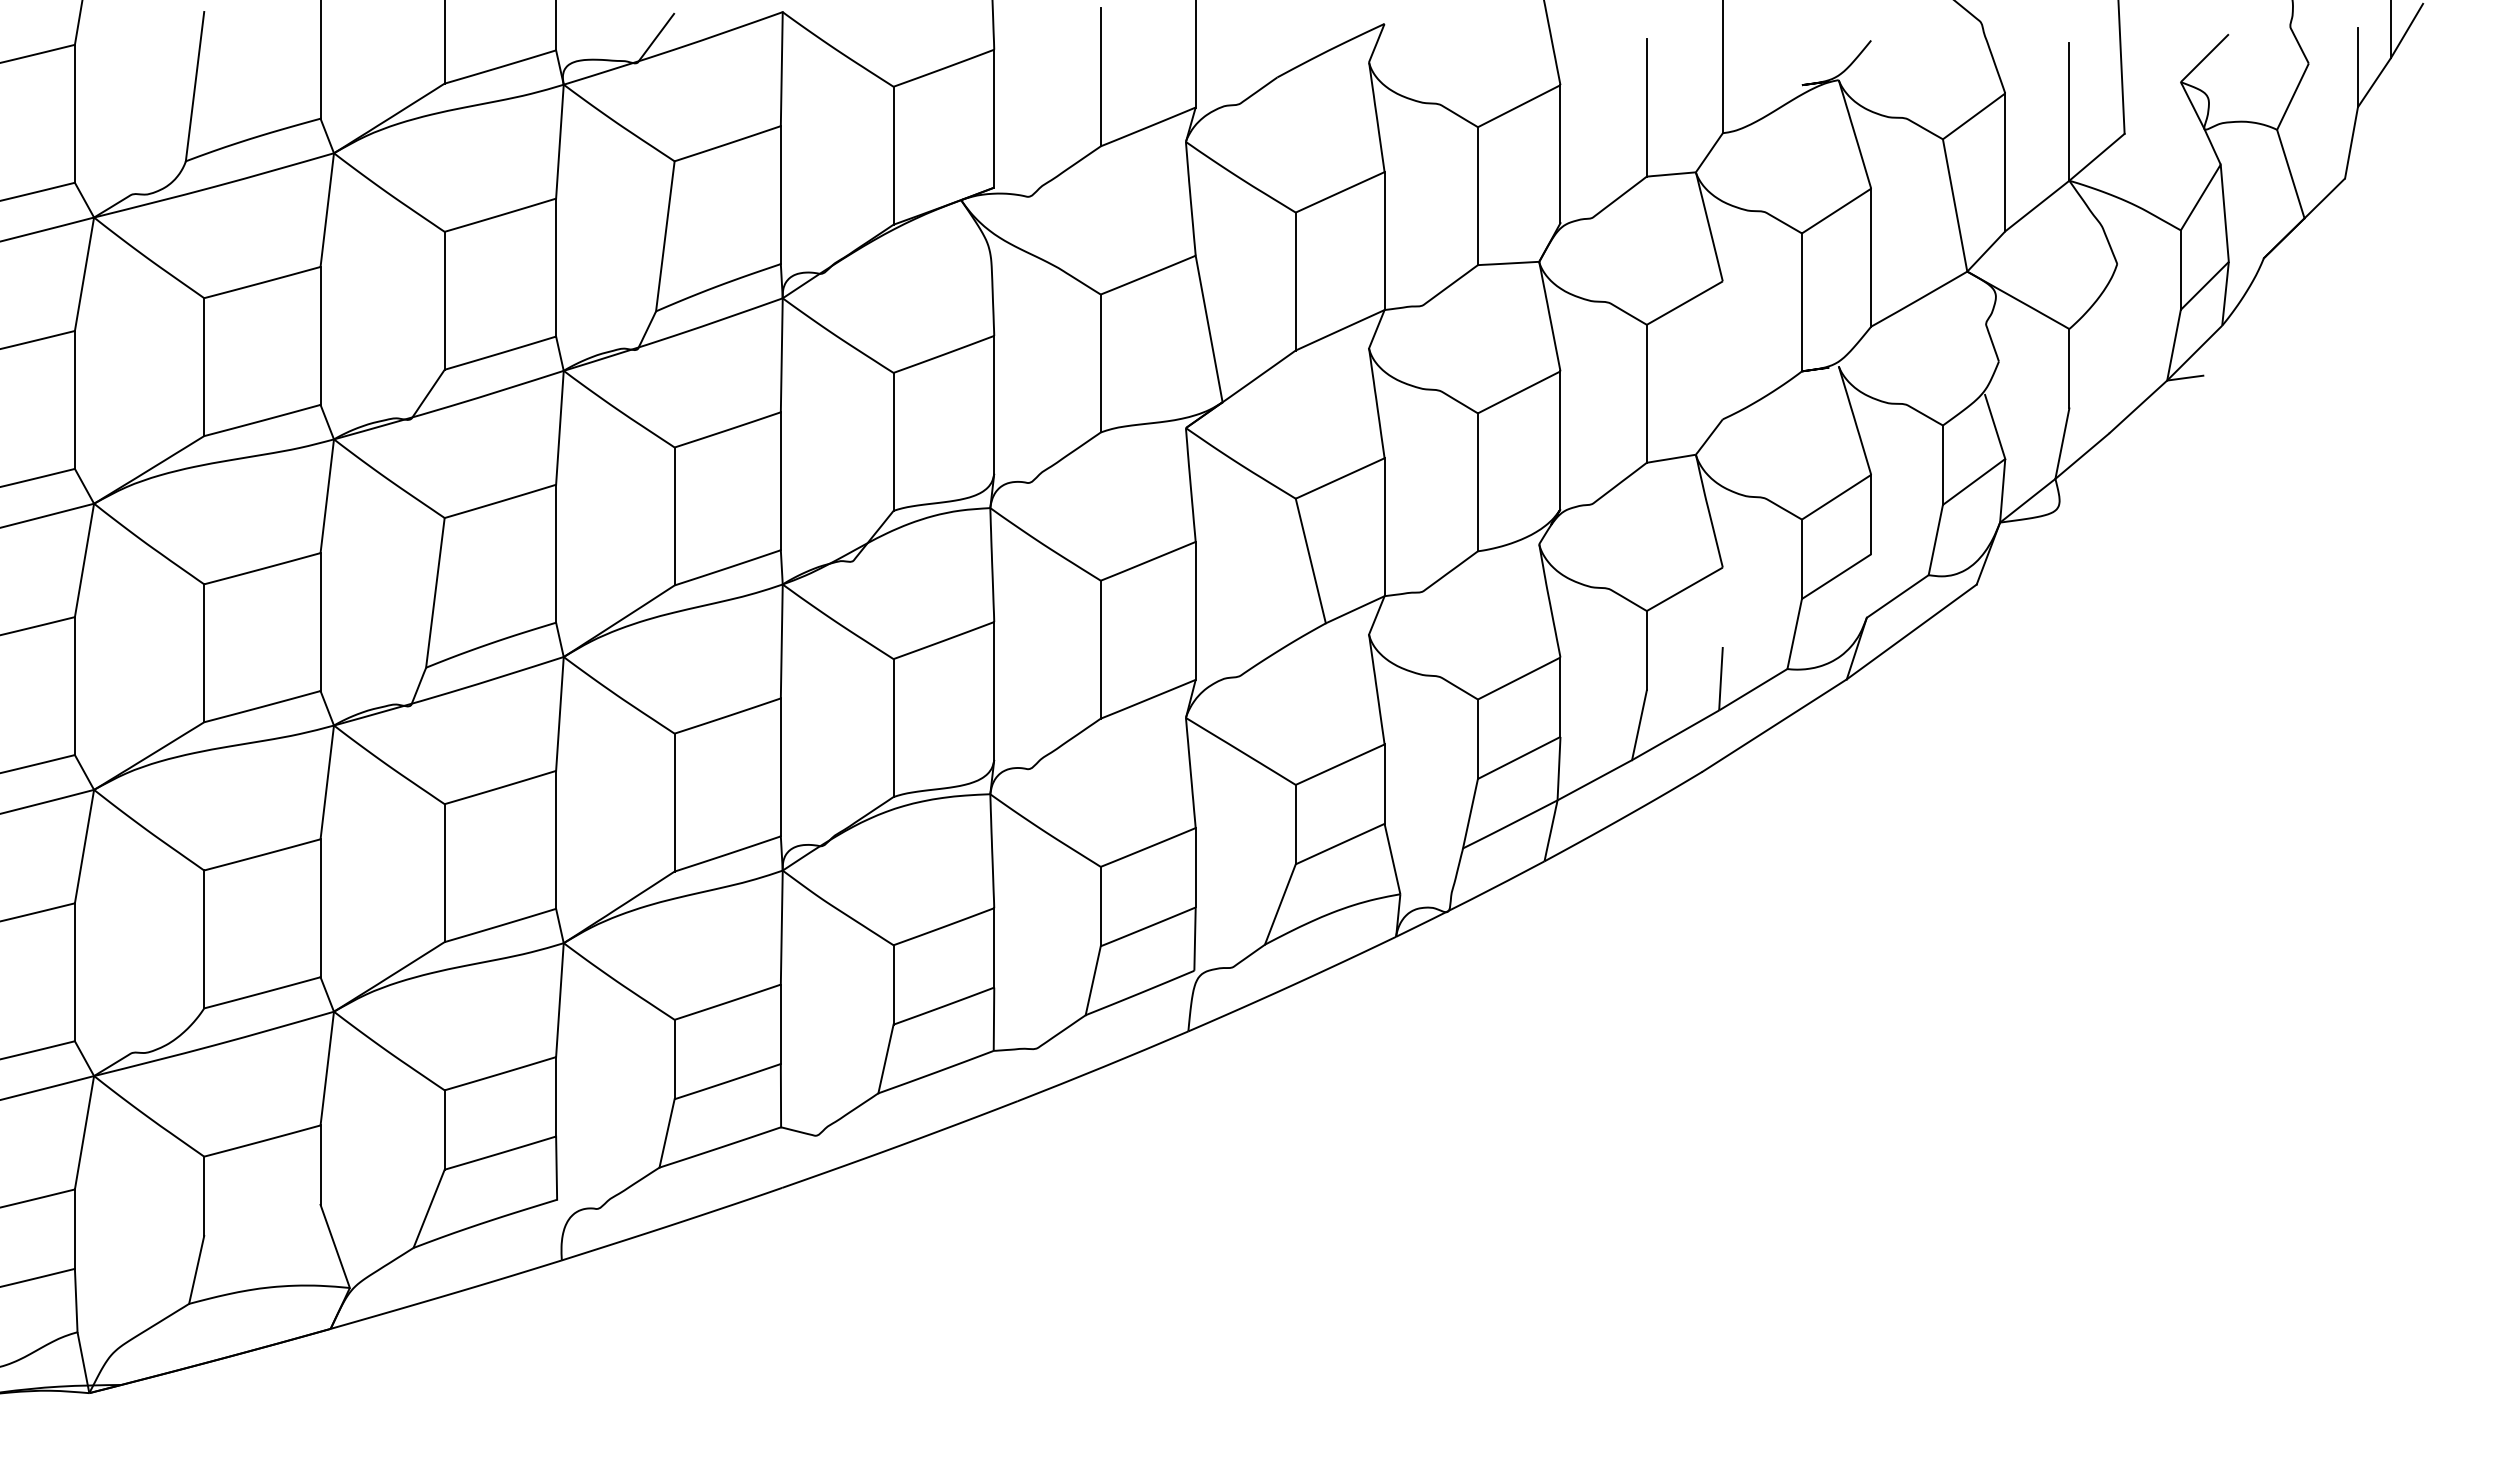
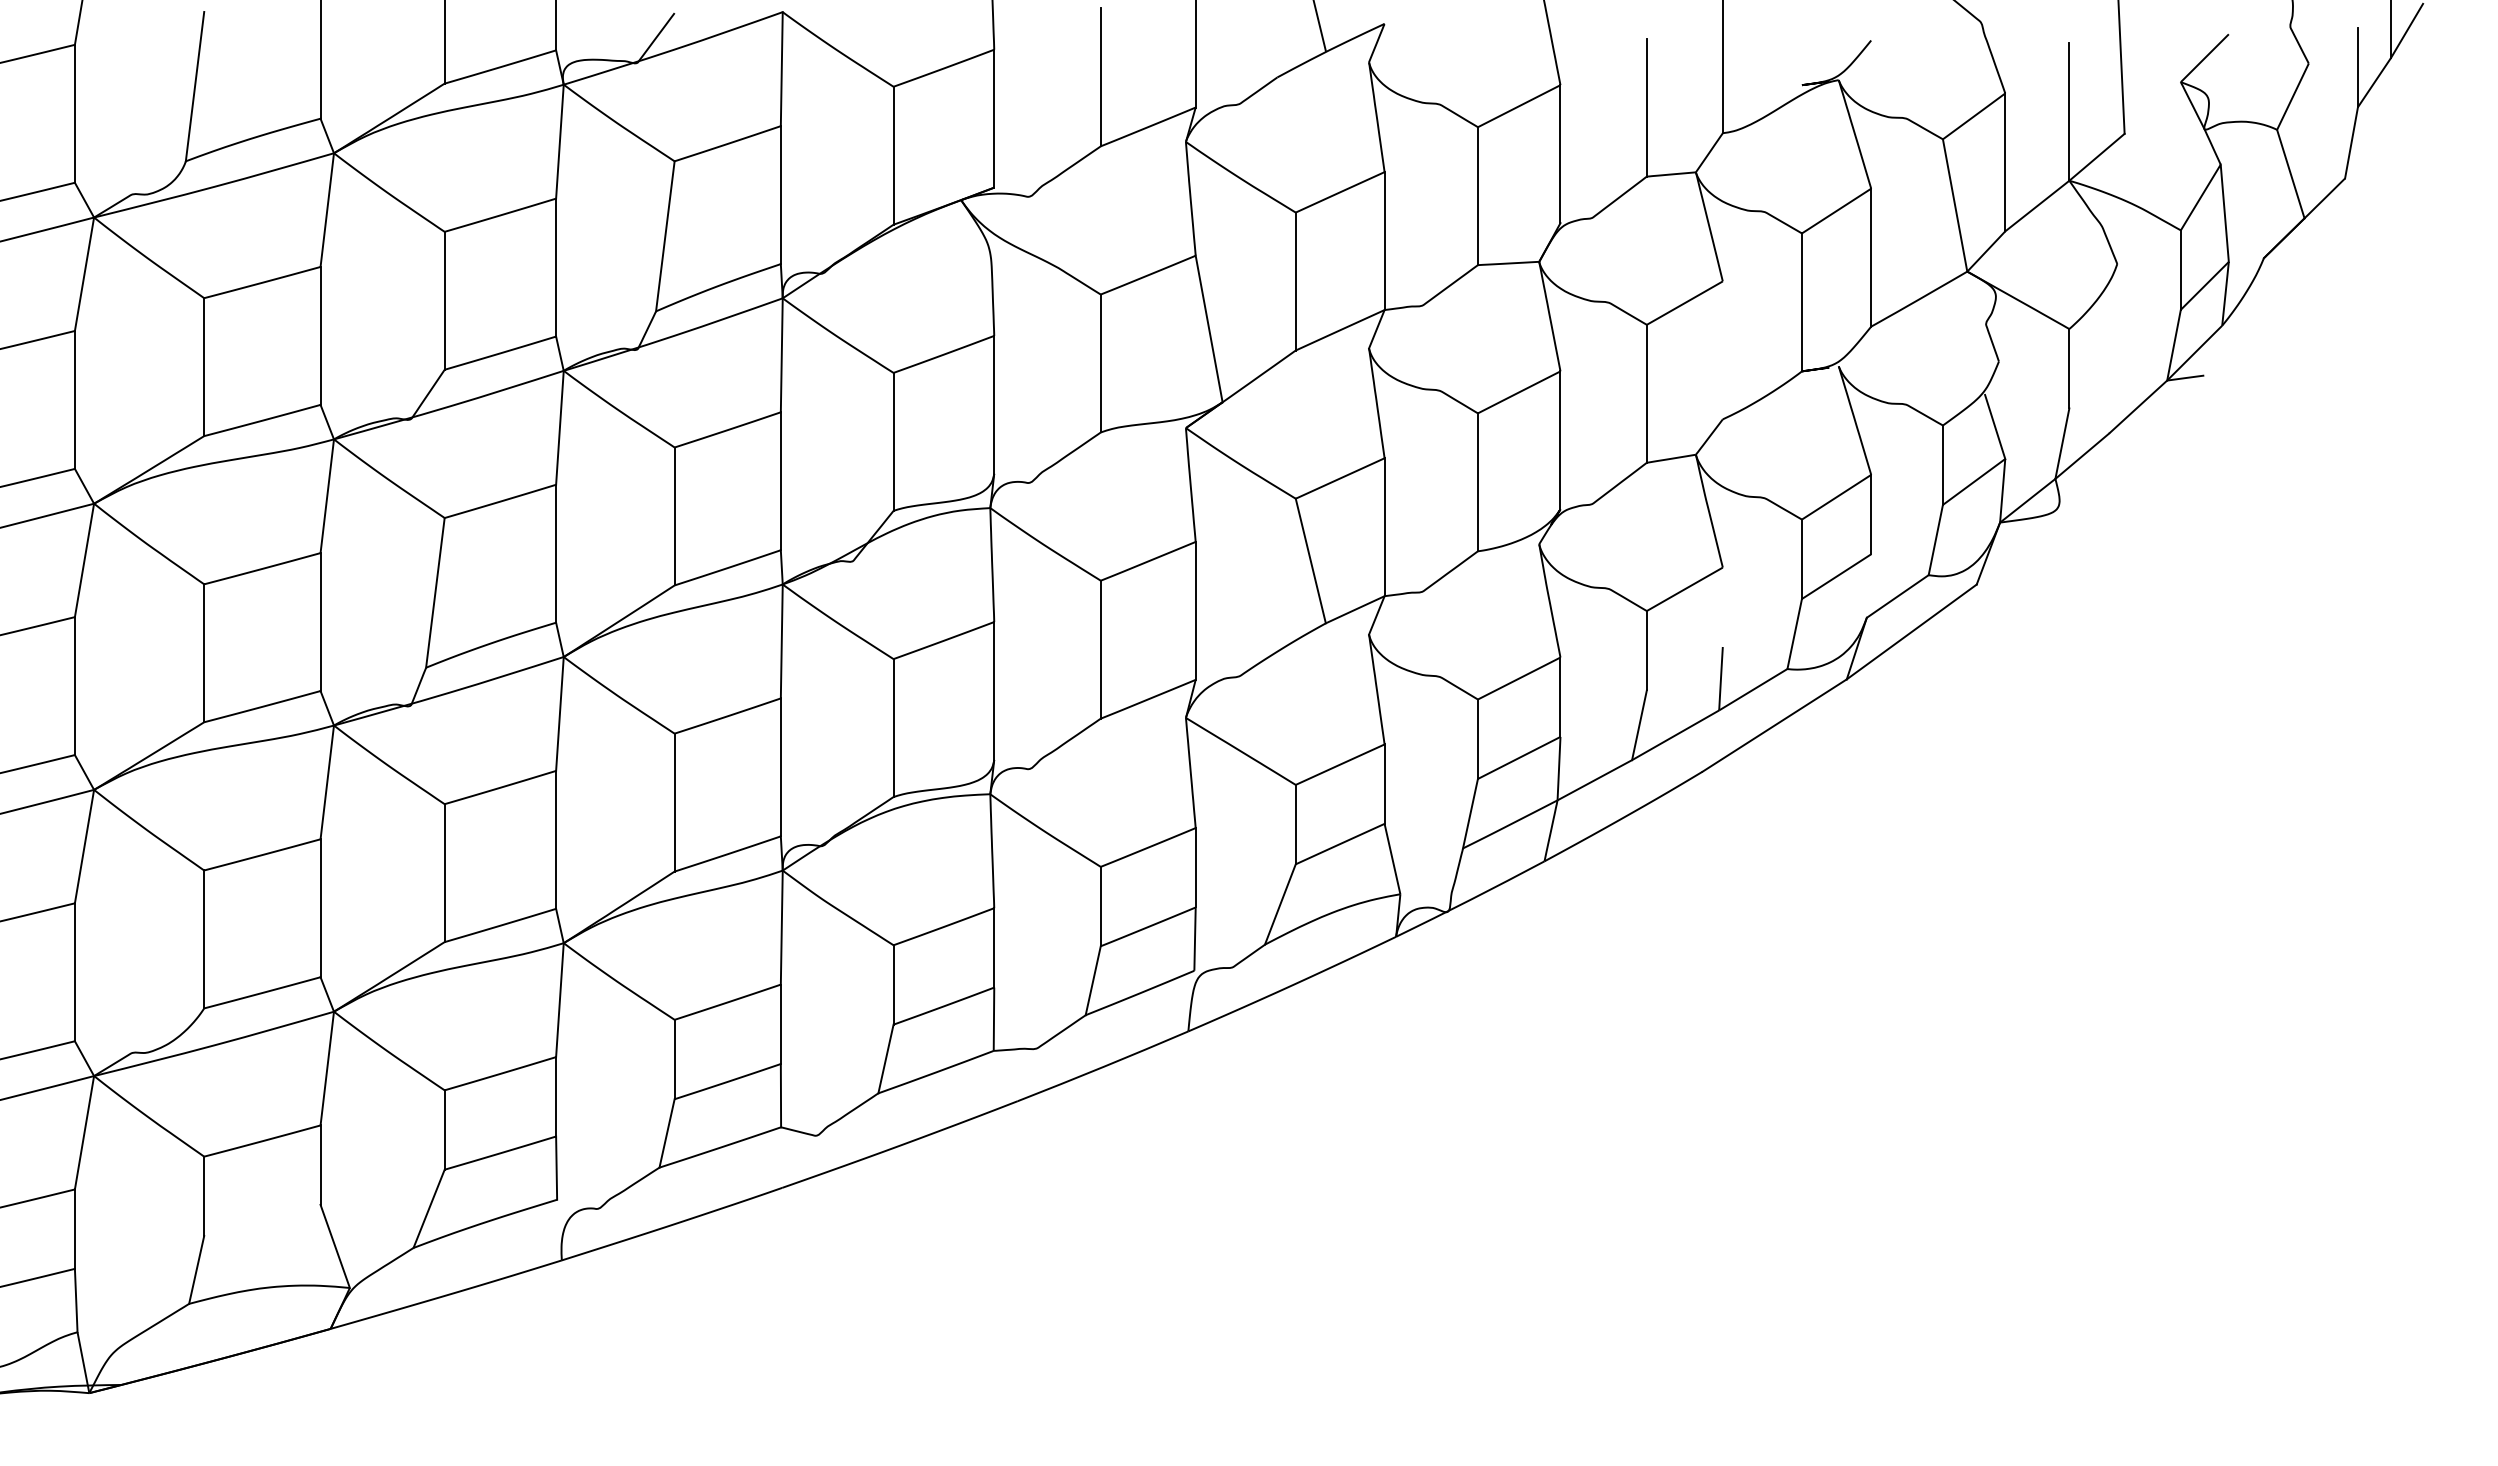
line at (1319, 26): none -> present
